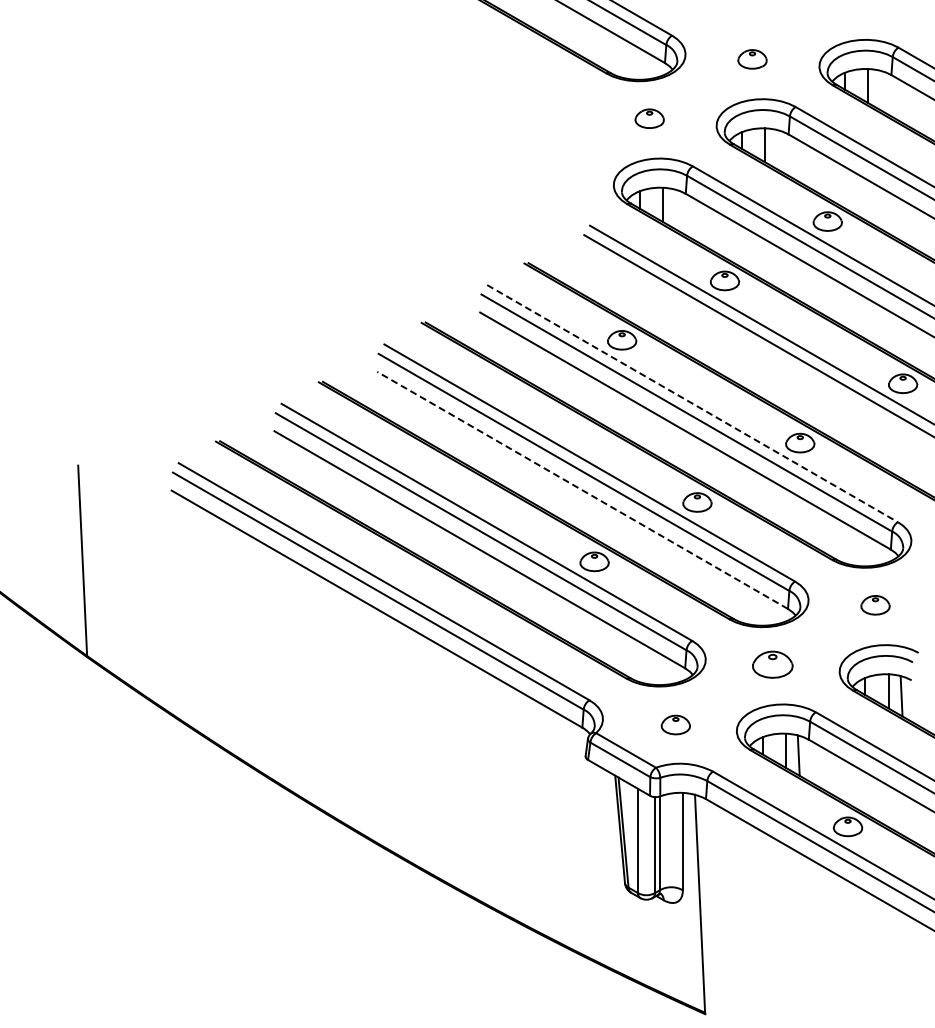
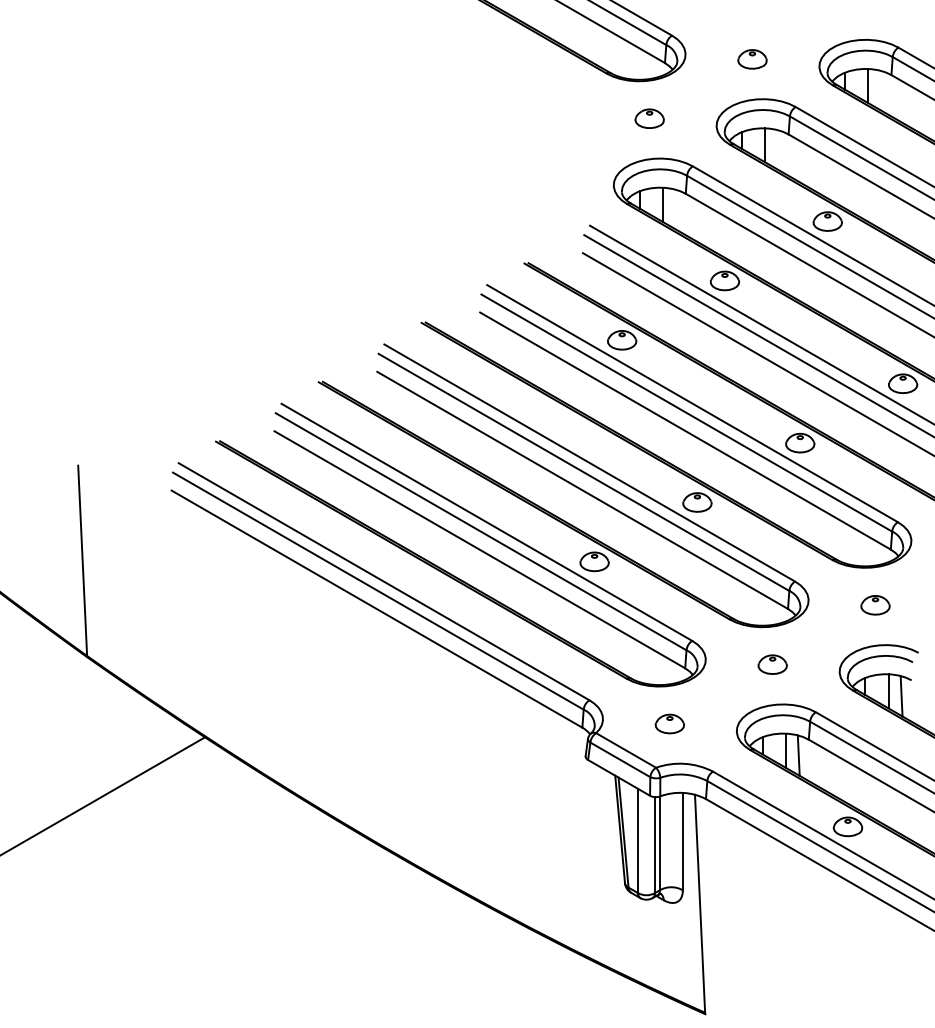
line at (756, 353): none -> present
line at (692, 403): dashed -> solid
line at (582, 490): dashed -> solid
part at (772, 664) size: 42x29 px -> 31x21 px
part at (675, 724) position: (675, 724) -> (669, 723)
line at (103, 795): none -> present
